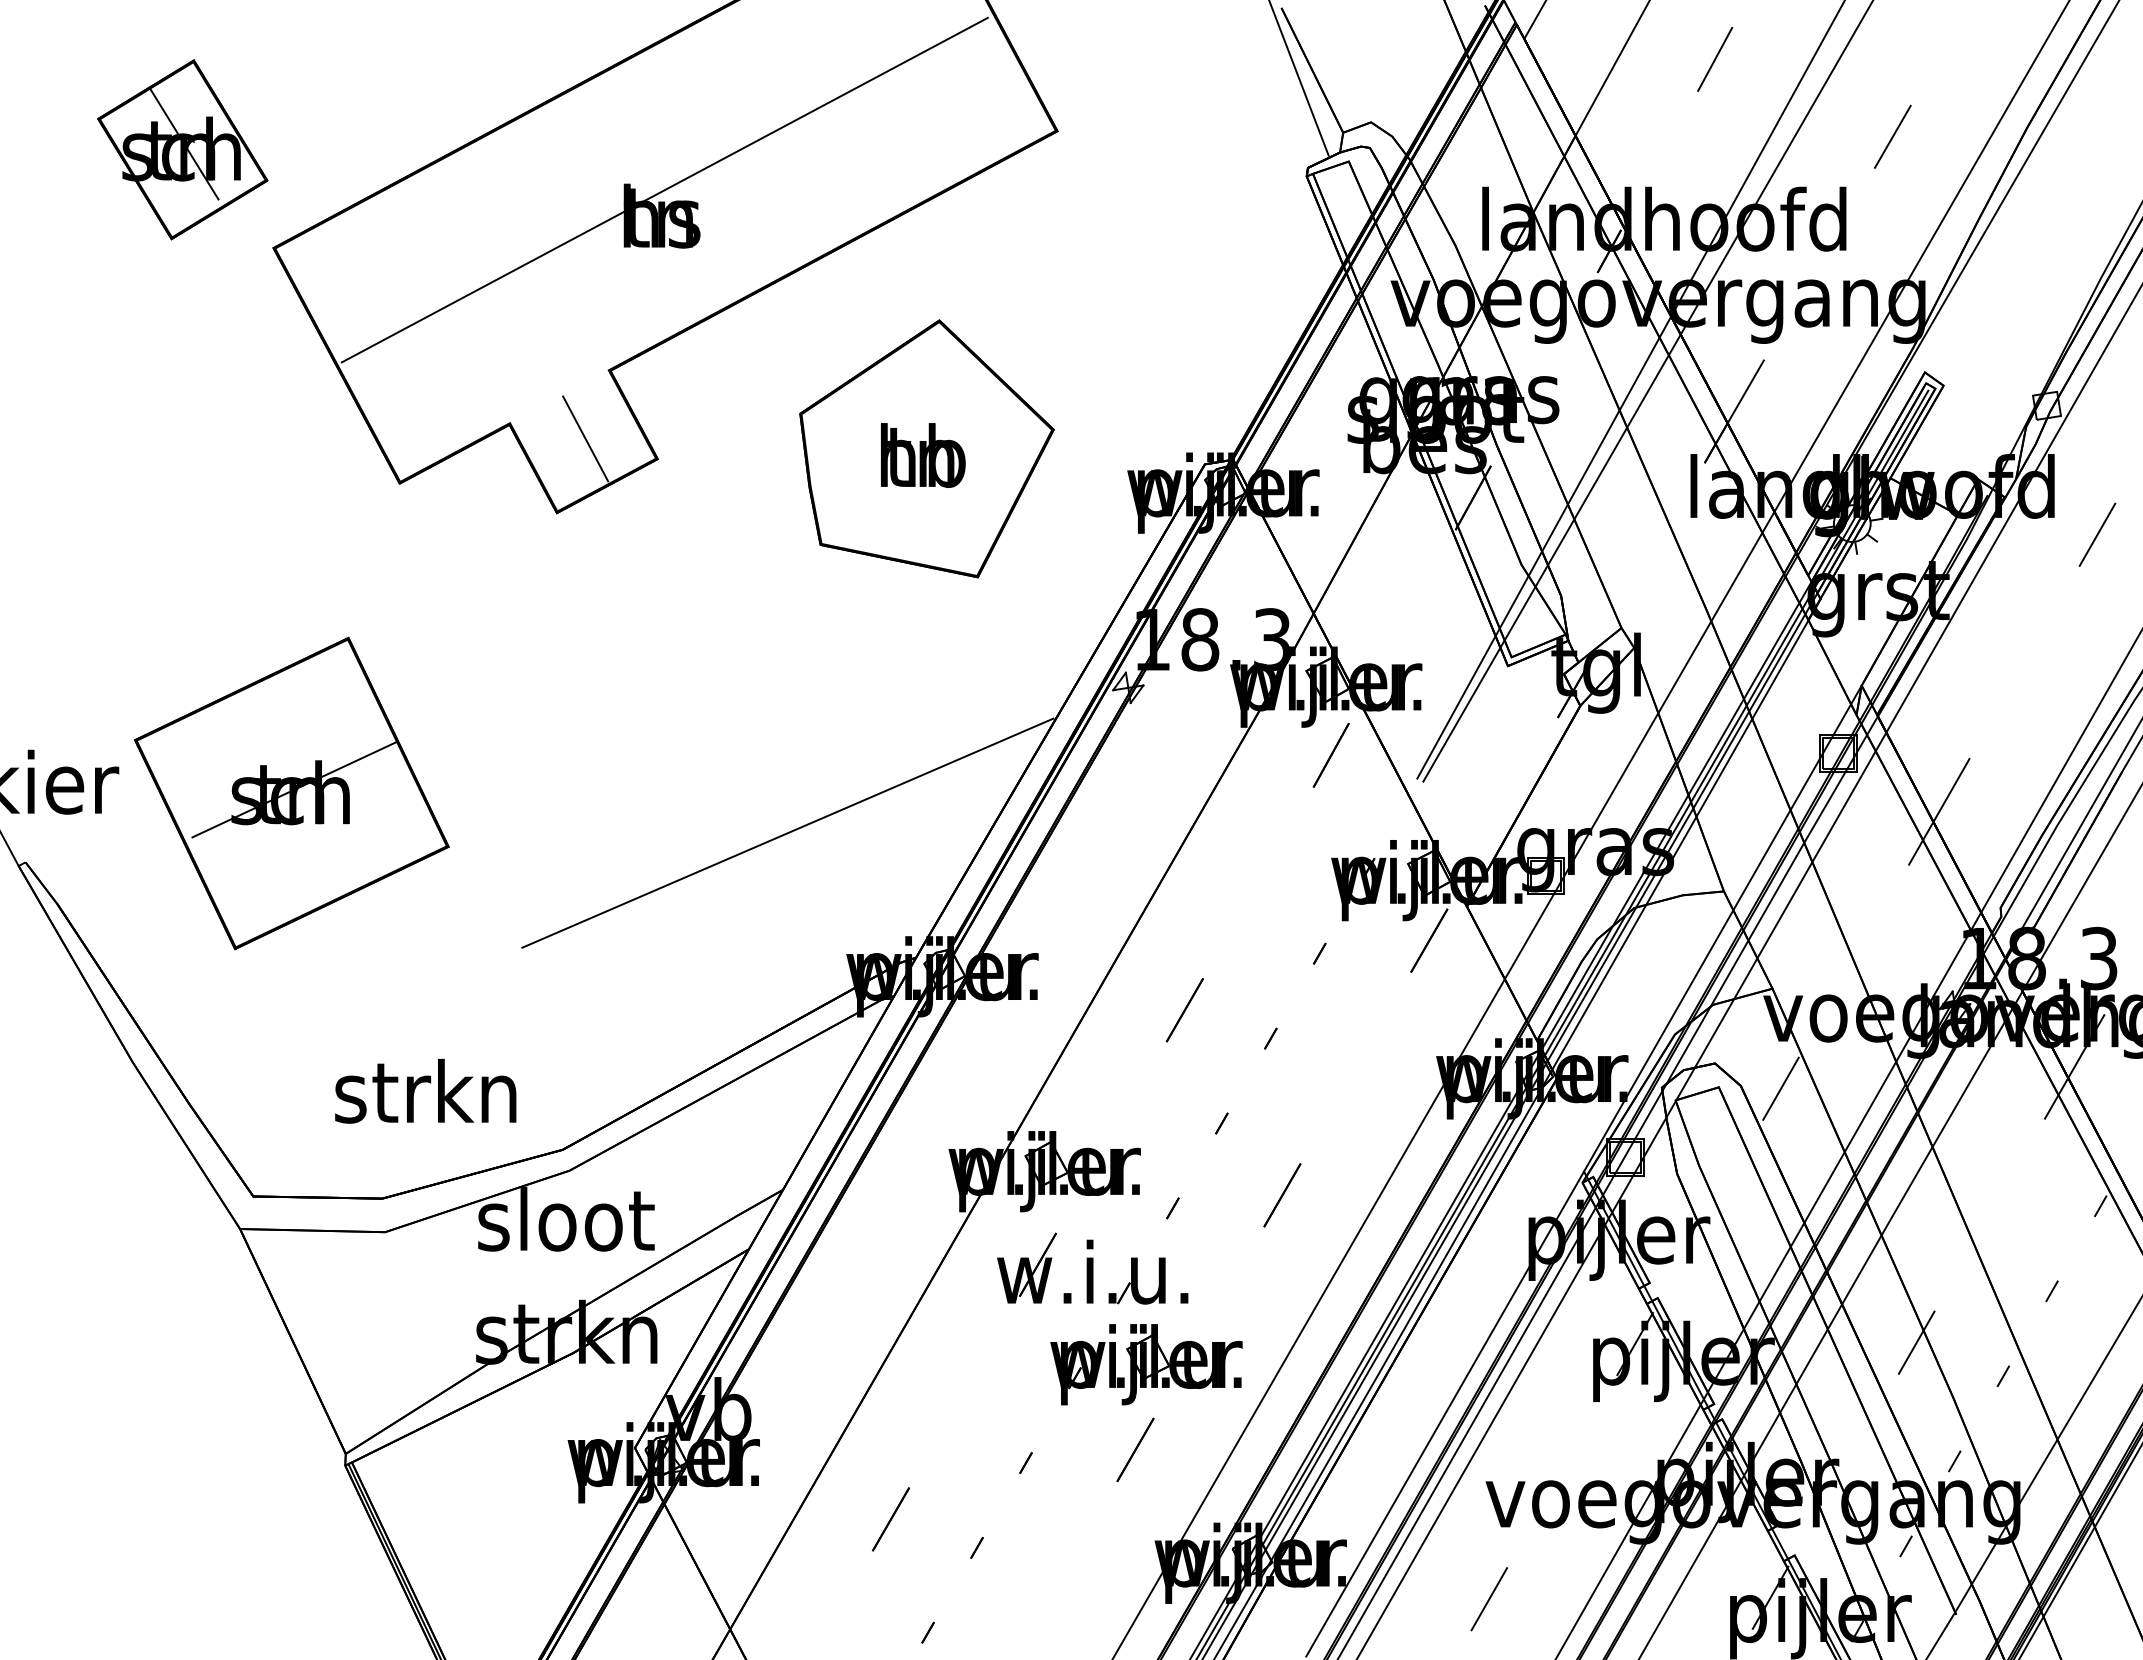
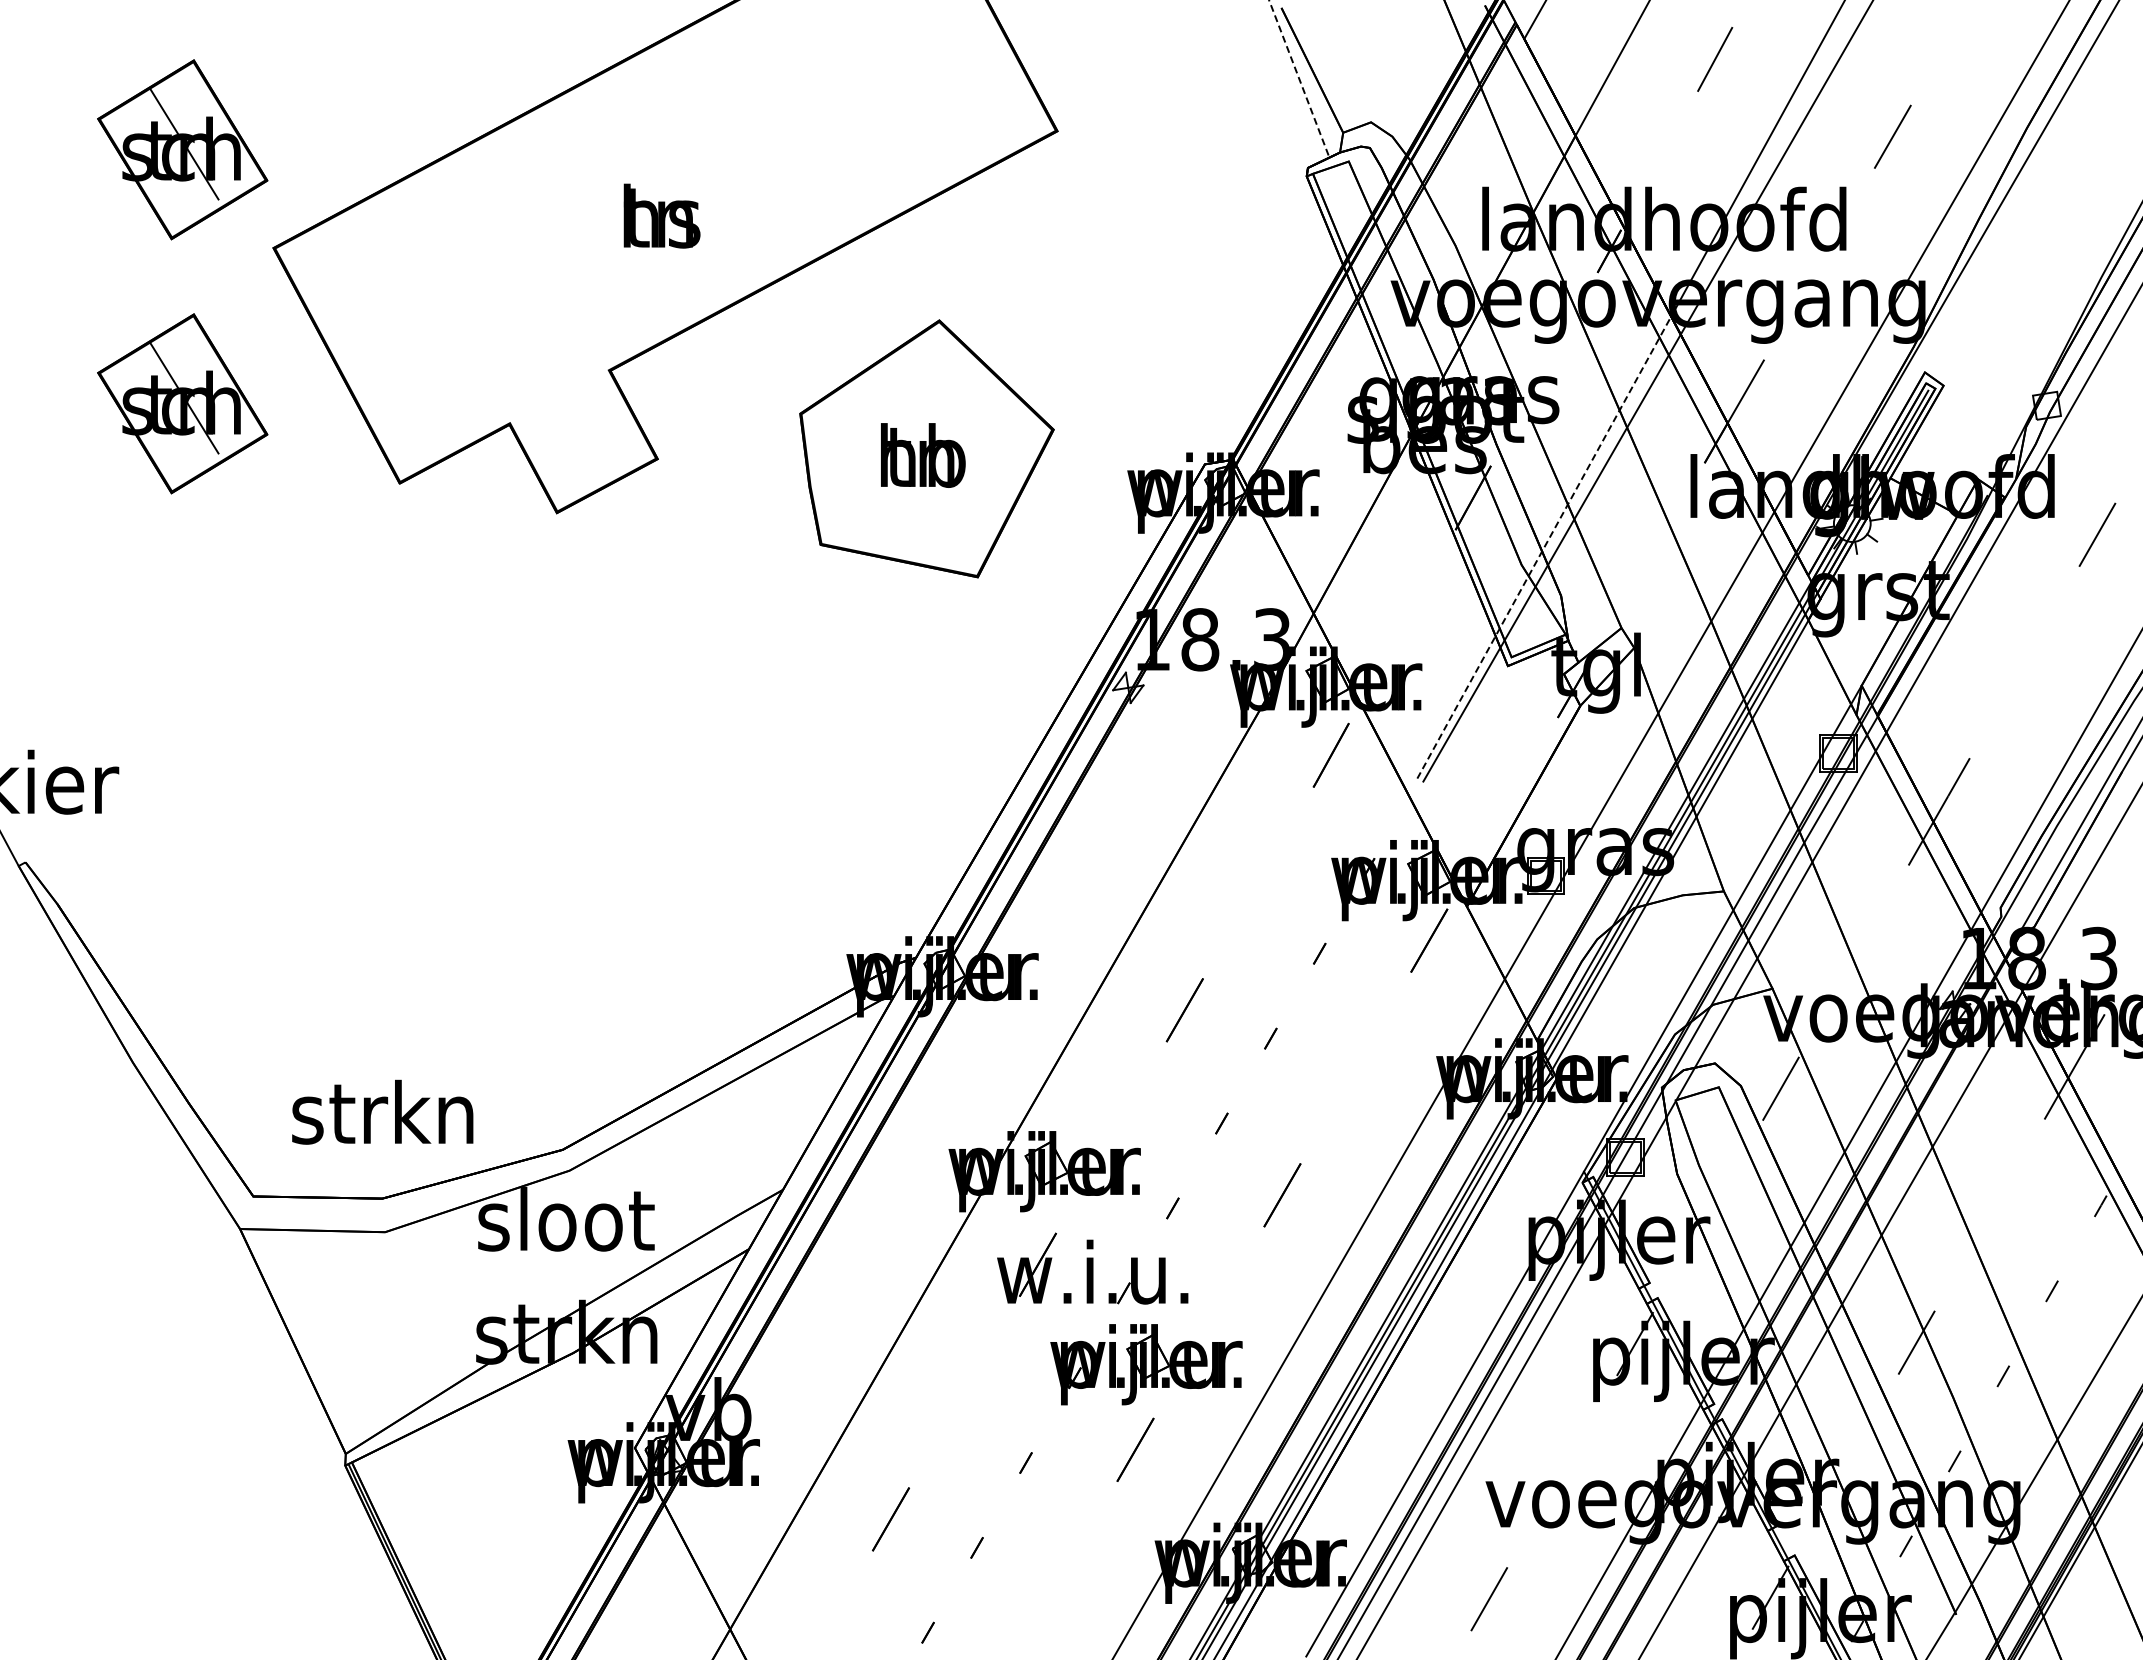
line at (1298, 78): solid -> dashed
line at (664, 189): present -> none
part at (182, 403): none -> present
line at (585, 438): present -> none
line at (1544, 547): solid -> dashed
part at (291, 793): present -> none
line at (787, 832): present -> none
text at (425, 1090) position: (425, 1090) -> (382, 1111)
